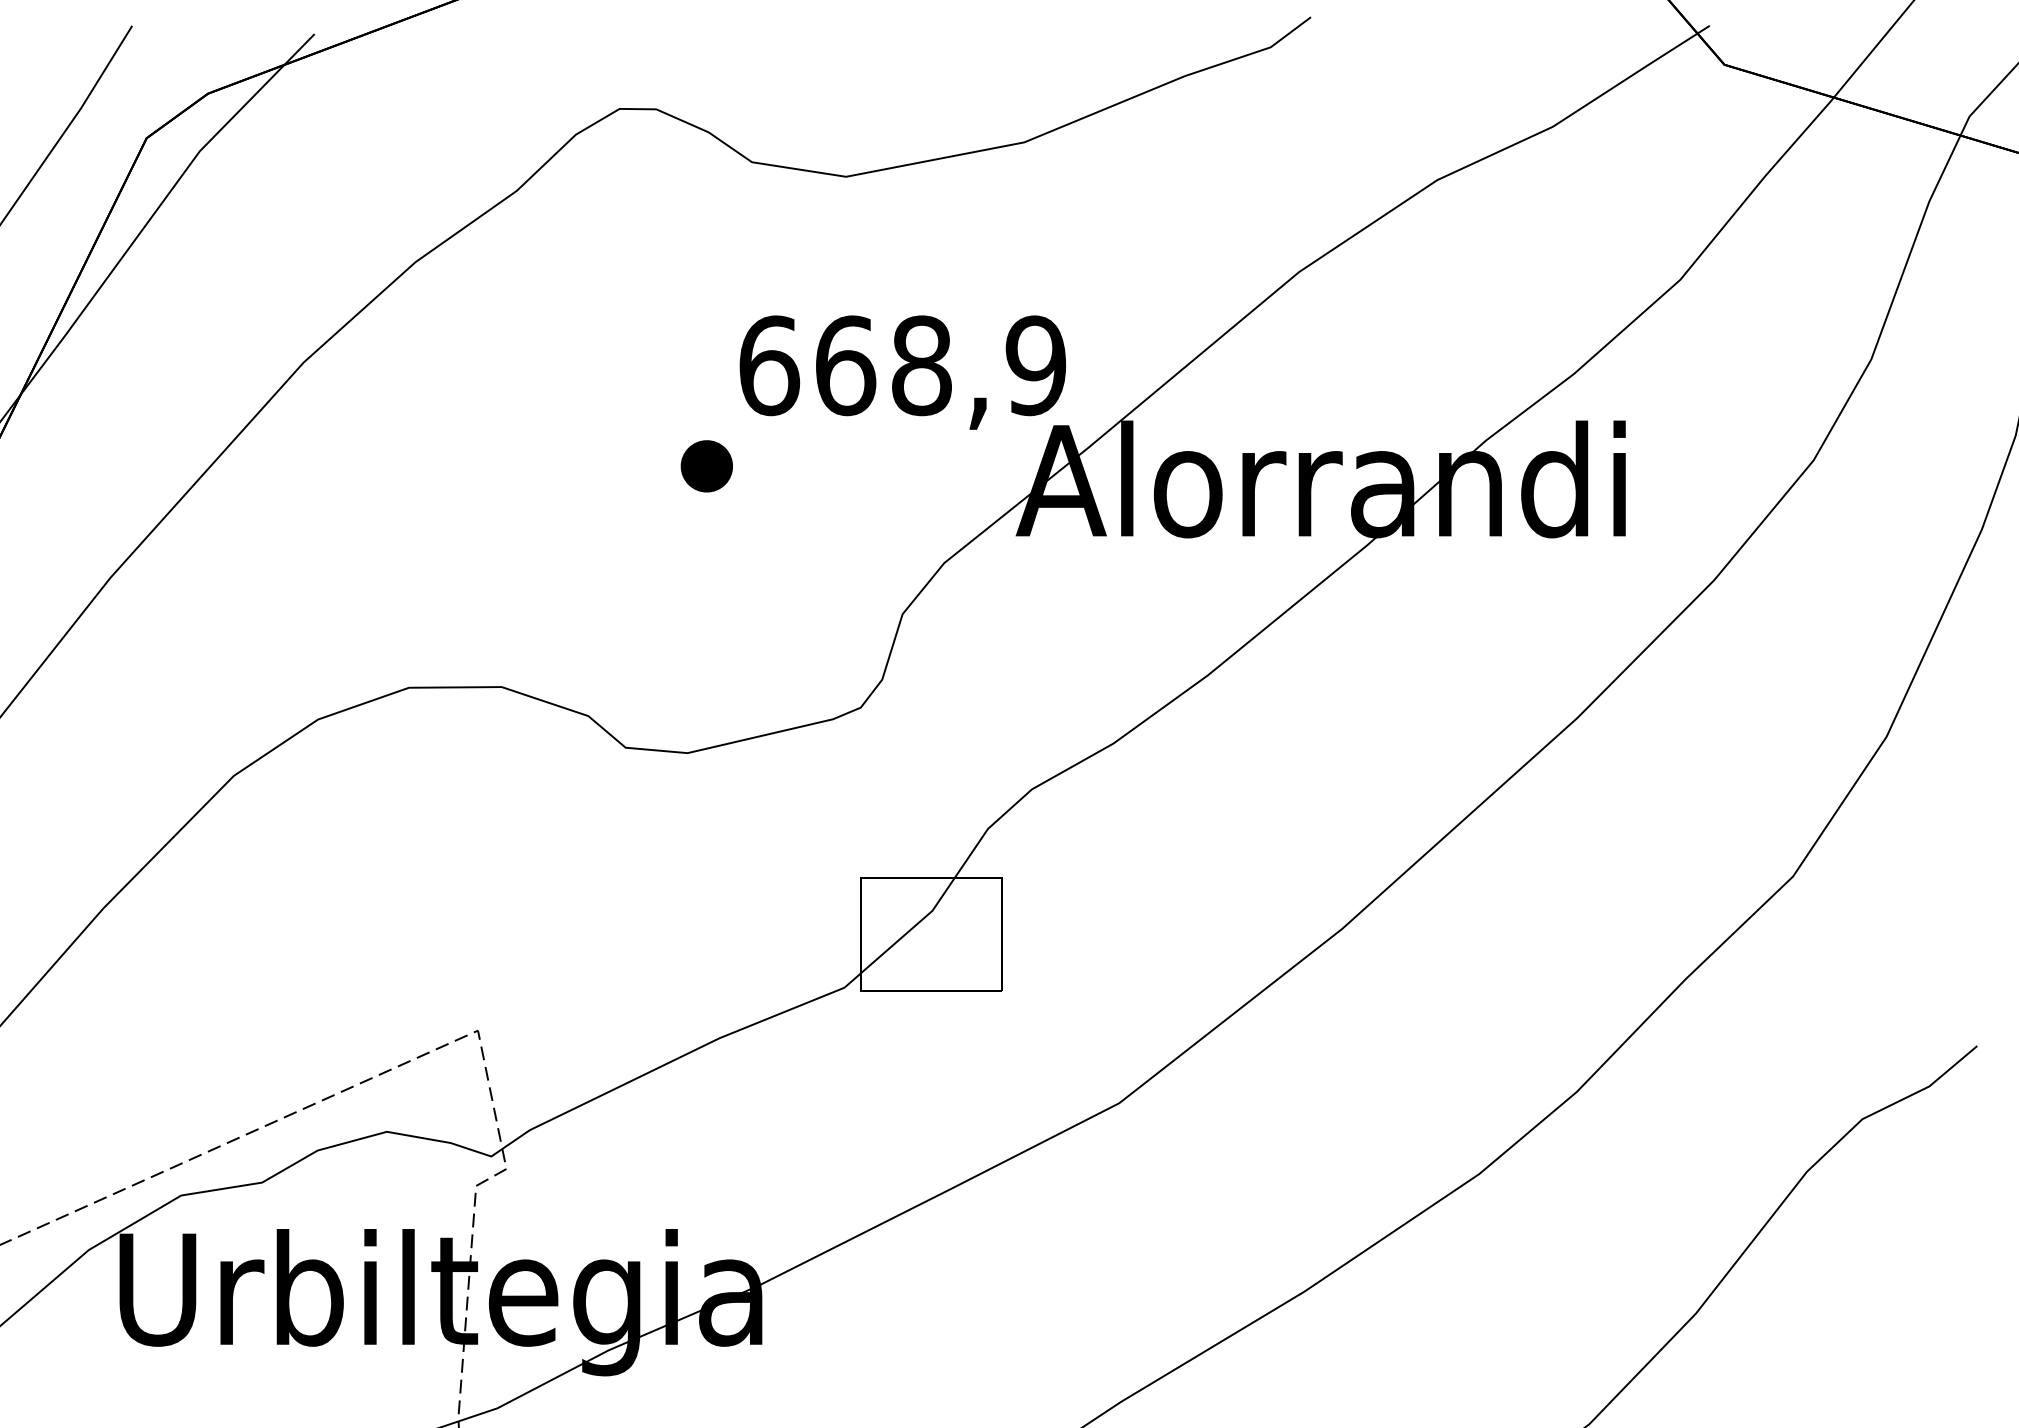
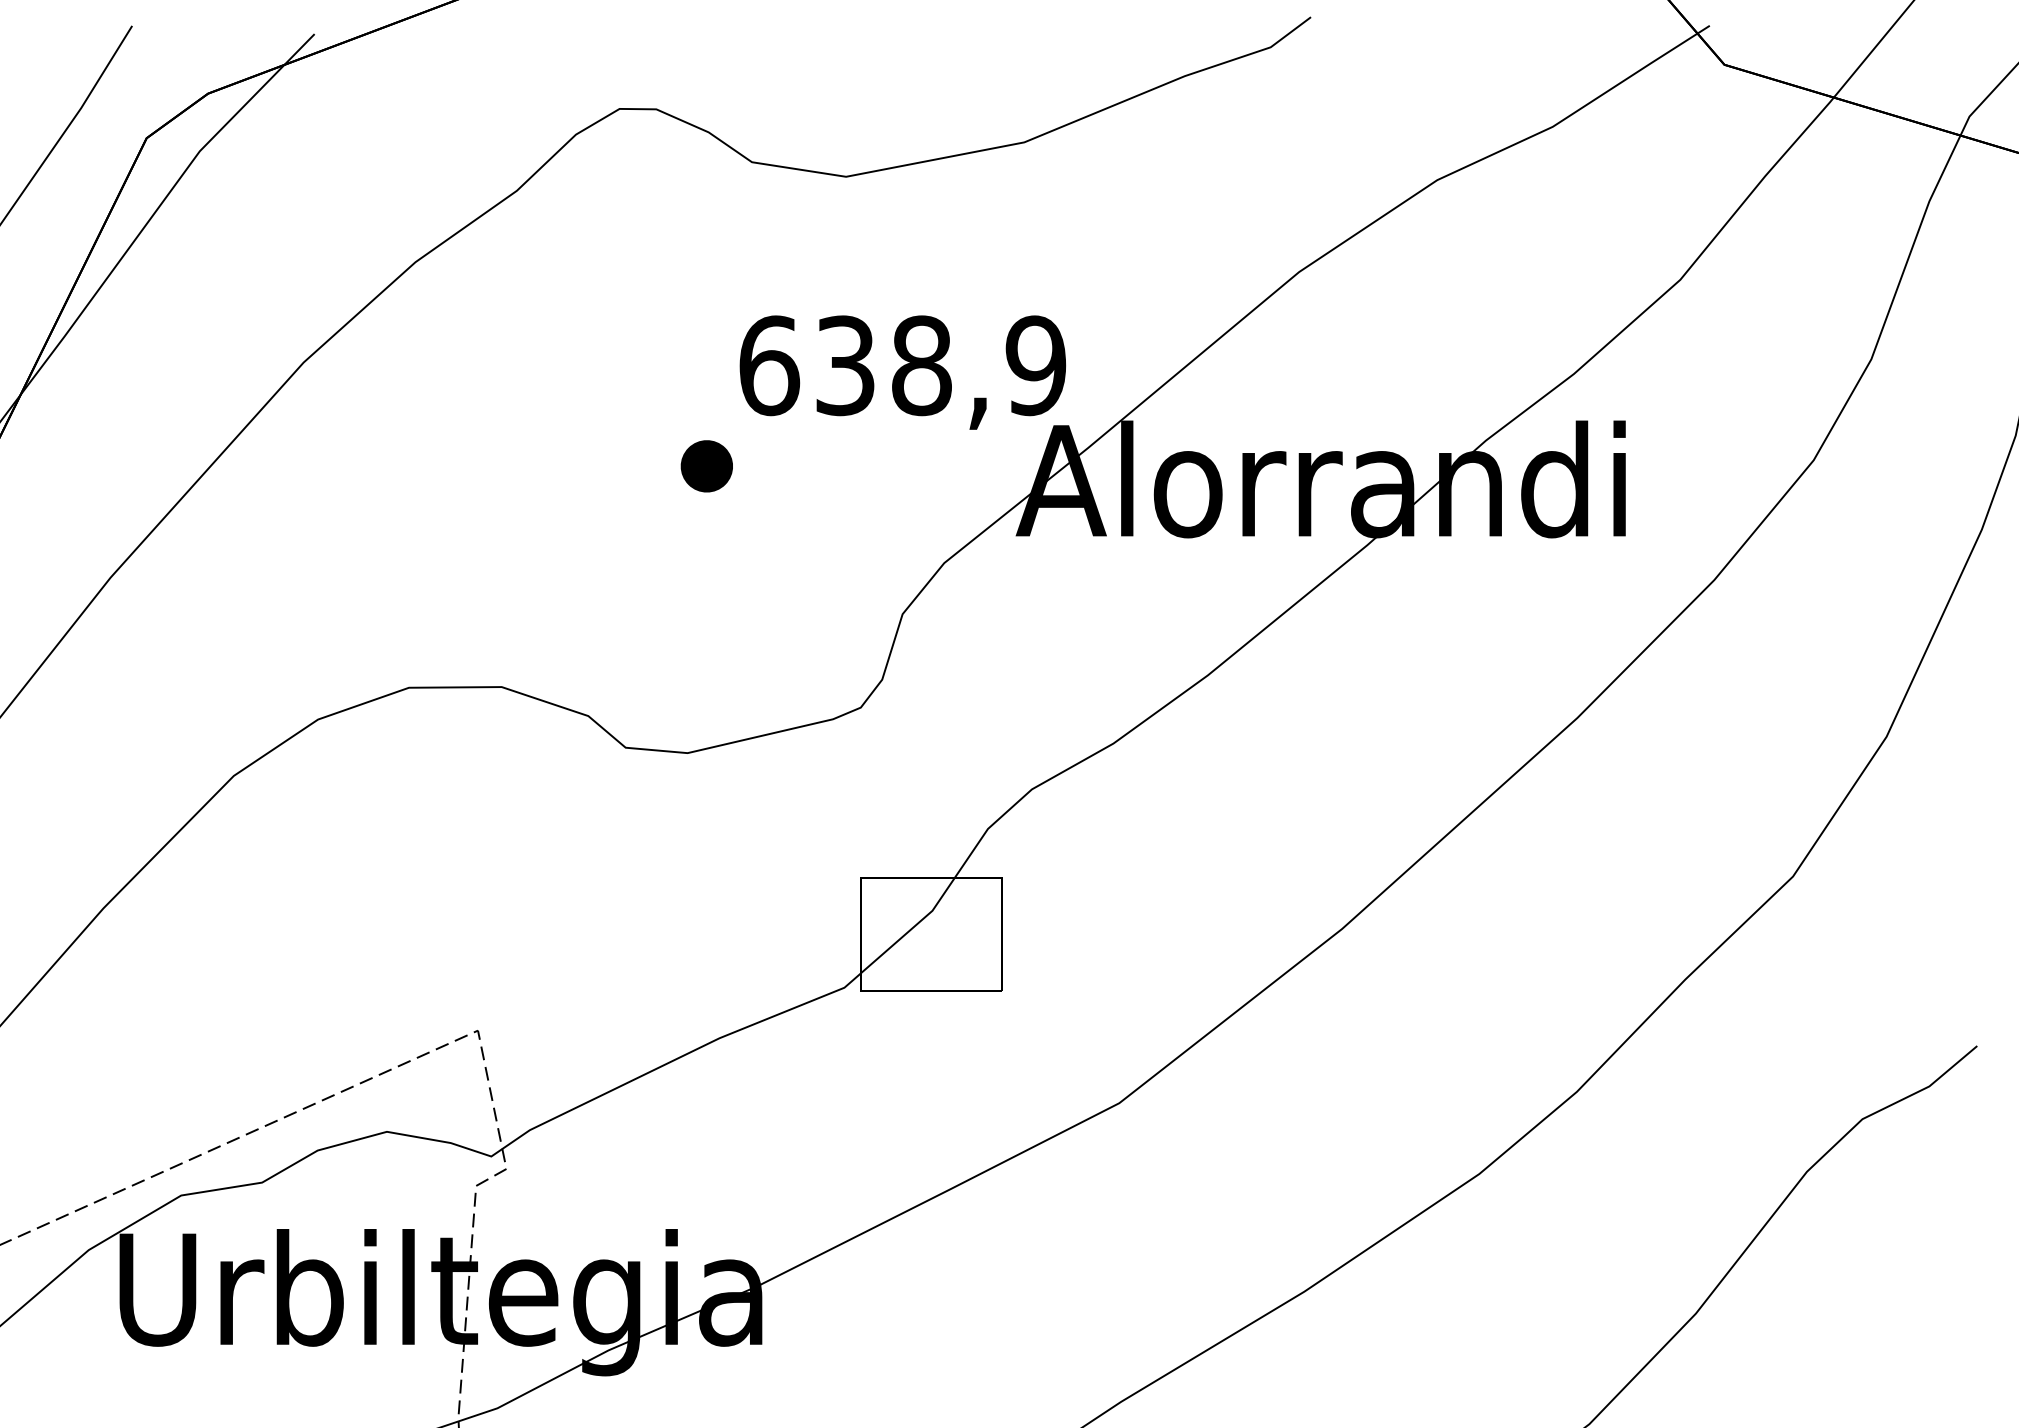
text at (846, 365): 668,9 -> 638,9
